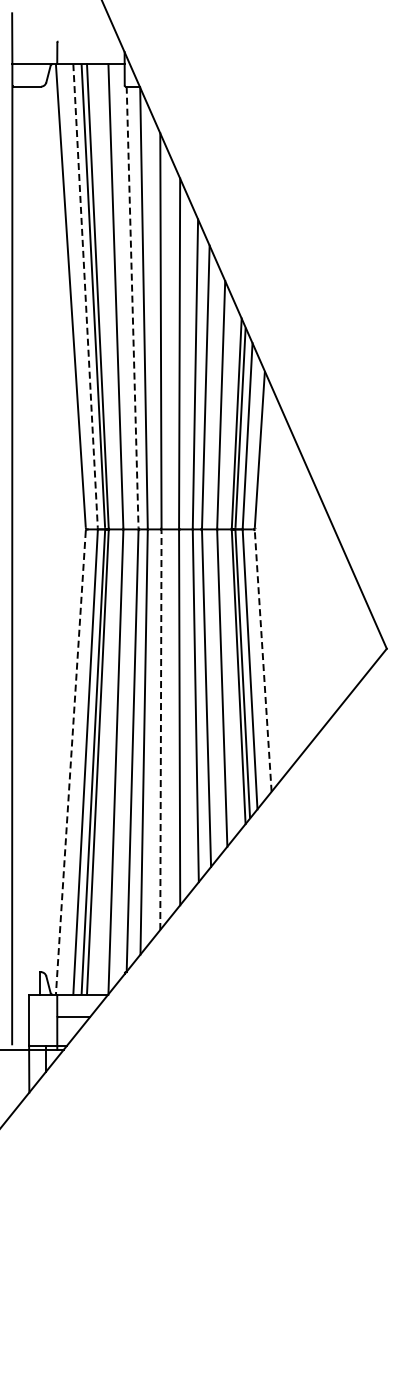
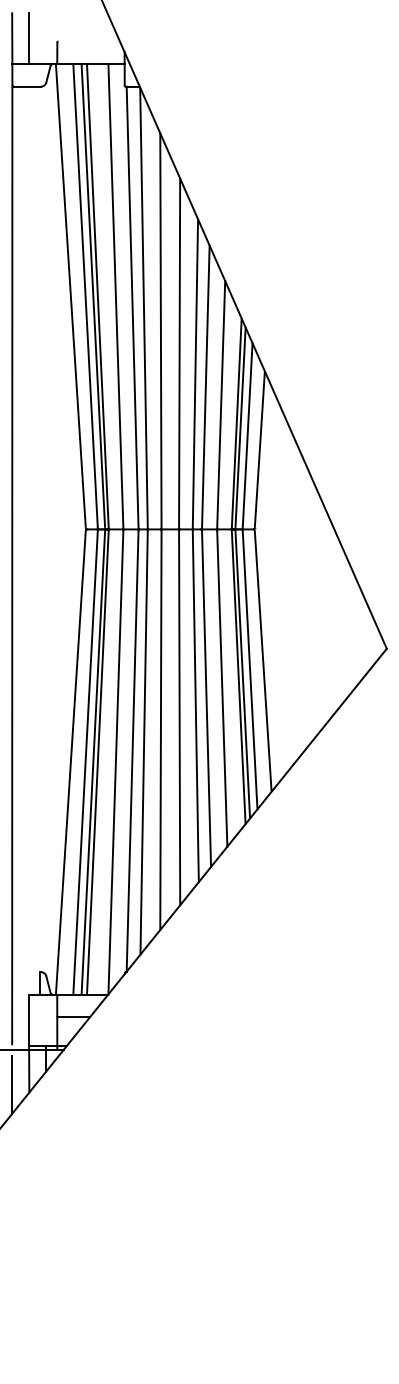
line at (29, 38): none -> present
line at (85, 296): dashed -> solid
line at (132, 307): dashed -> solid
line at (263, 661): dashed -> solid
line at (160, 730): dashed -> solid
line at (70, 762): dashed -> solid
line at (12, 1084): none -> present
